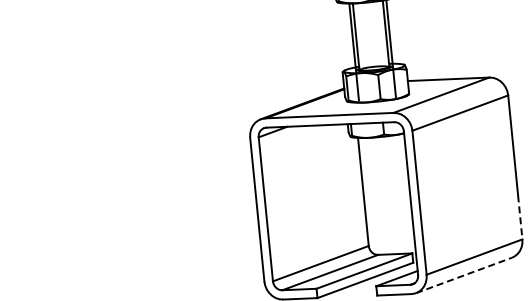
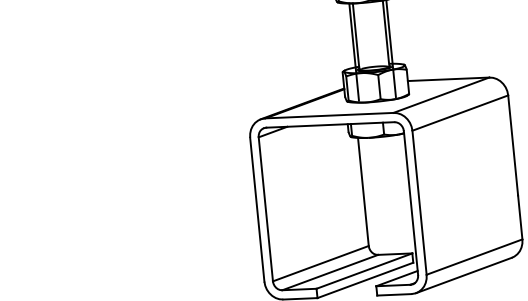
line at (520, 217): dashed -> solid
line at (464, 275): dashed -> solid
